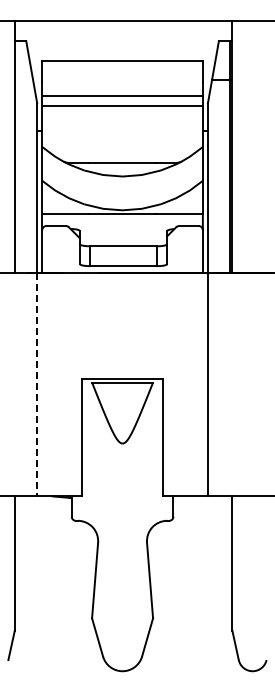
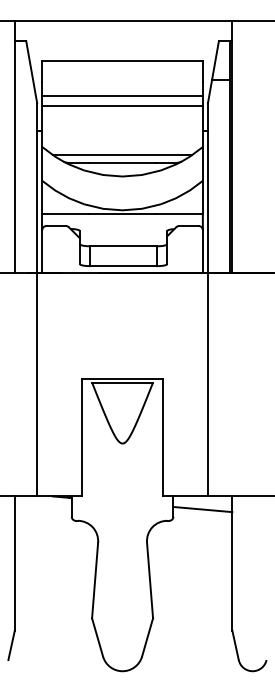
line at (122, 155): none -> present
line at (37, 384): dashed -> solid
line at (202, 509): none -> present
